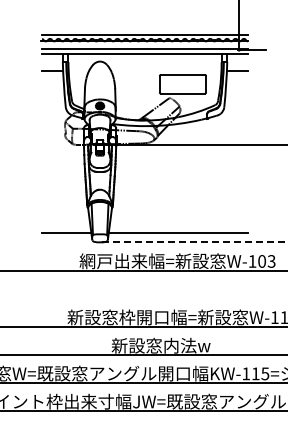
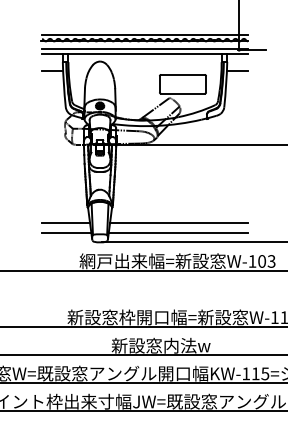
line at (66, 223): none -> present
line at (178, 223): none -> present
line at (194, 242): dashed -> solid
